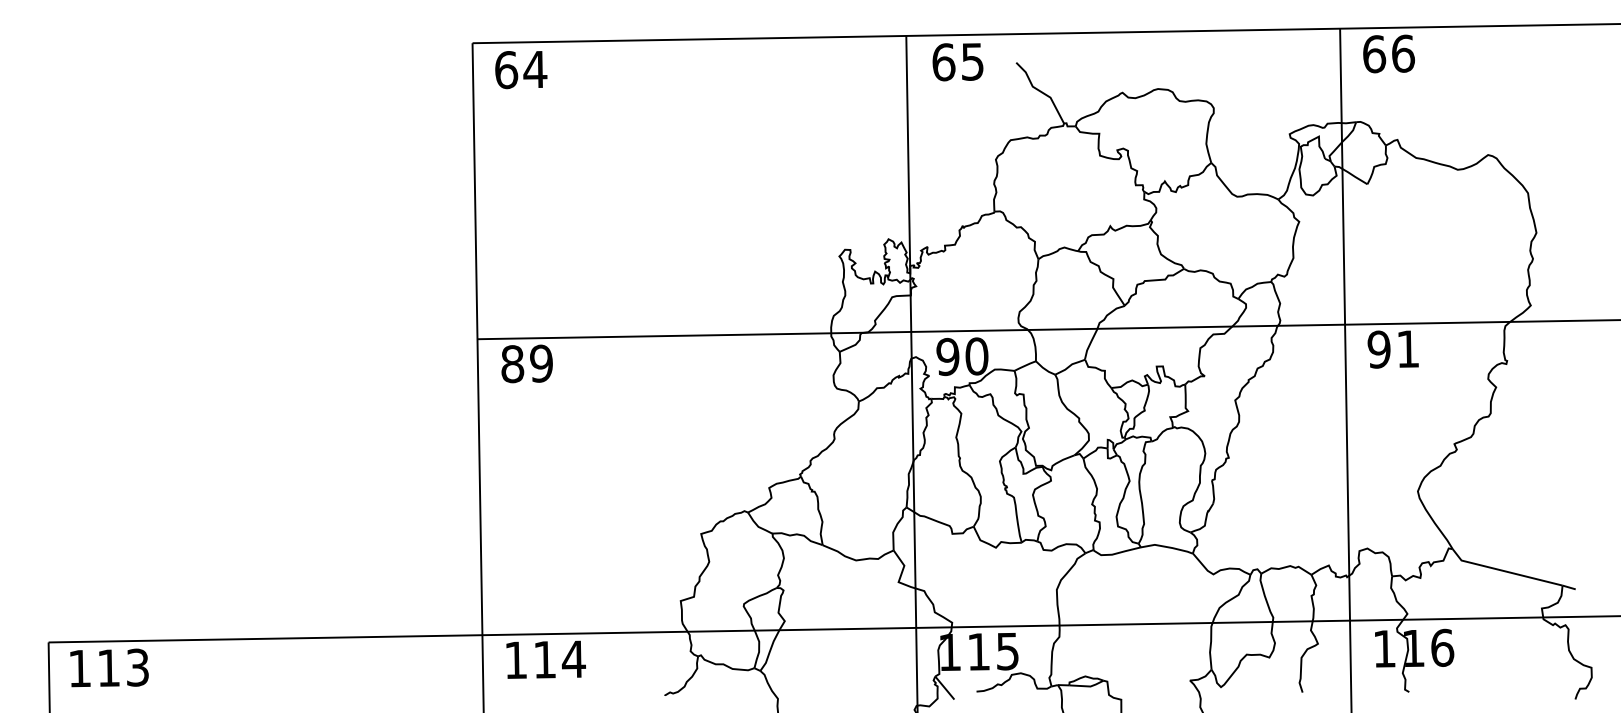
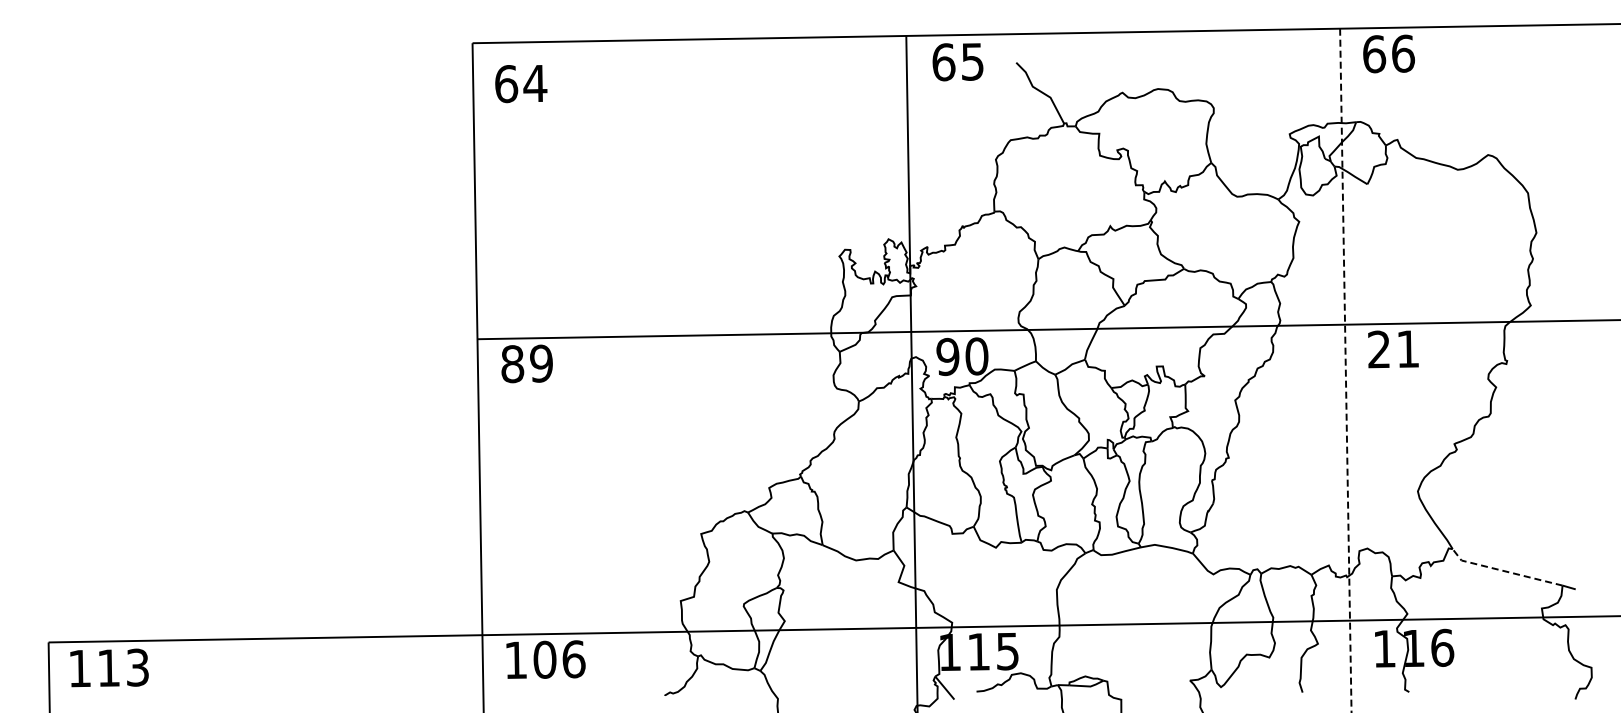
text at (521, 70) position: (521, 70) -> (521, 84)
text at (1378, 349): 91 -> 21
line at (1345, 370): solid -> dashed
line at (1503, 571): solid -> dashed
text at (559, 659): 114 -> 106
